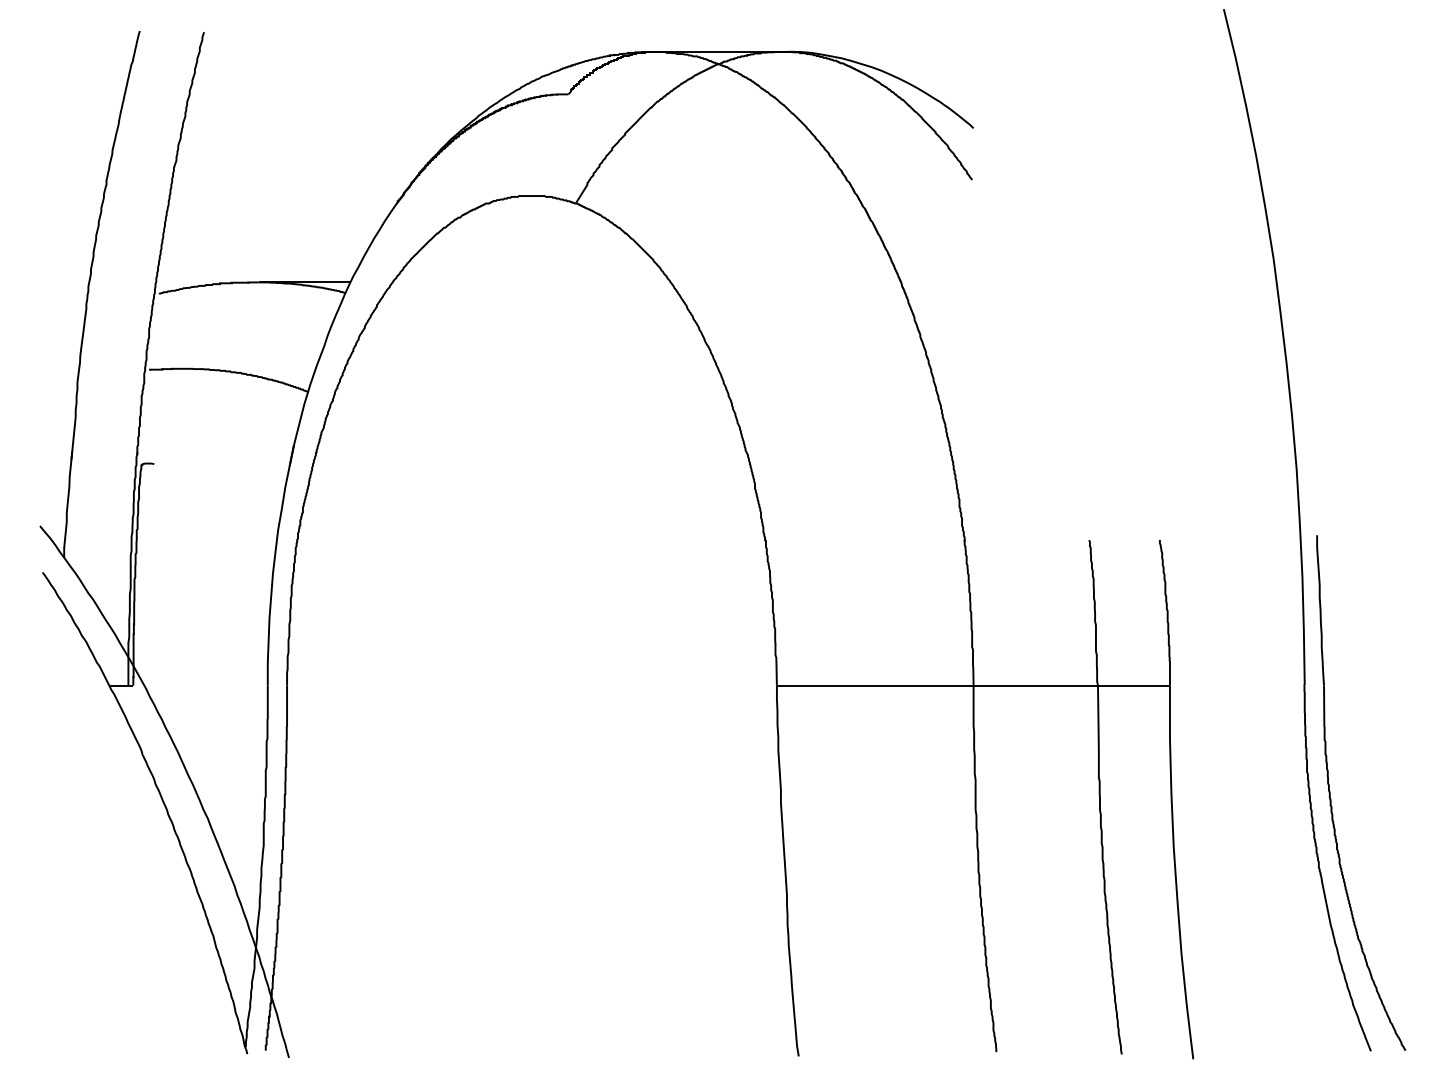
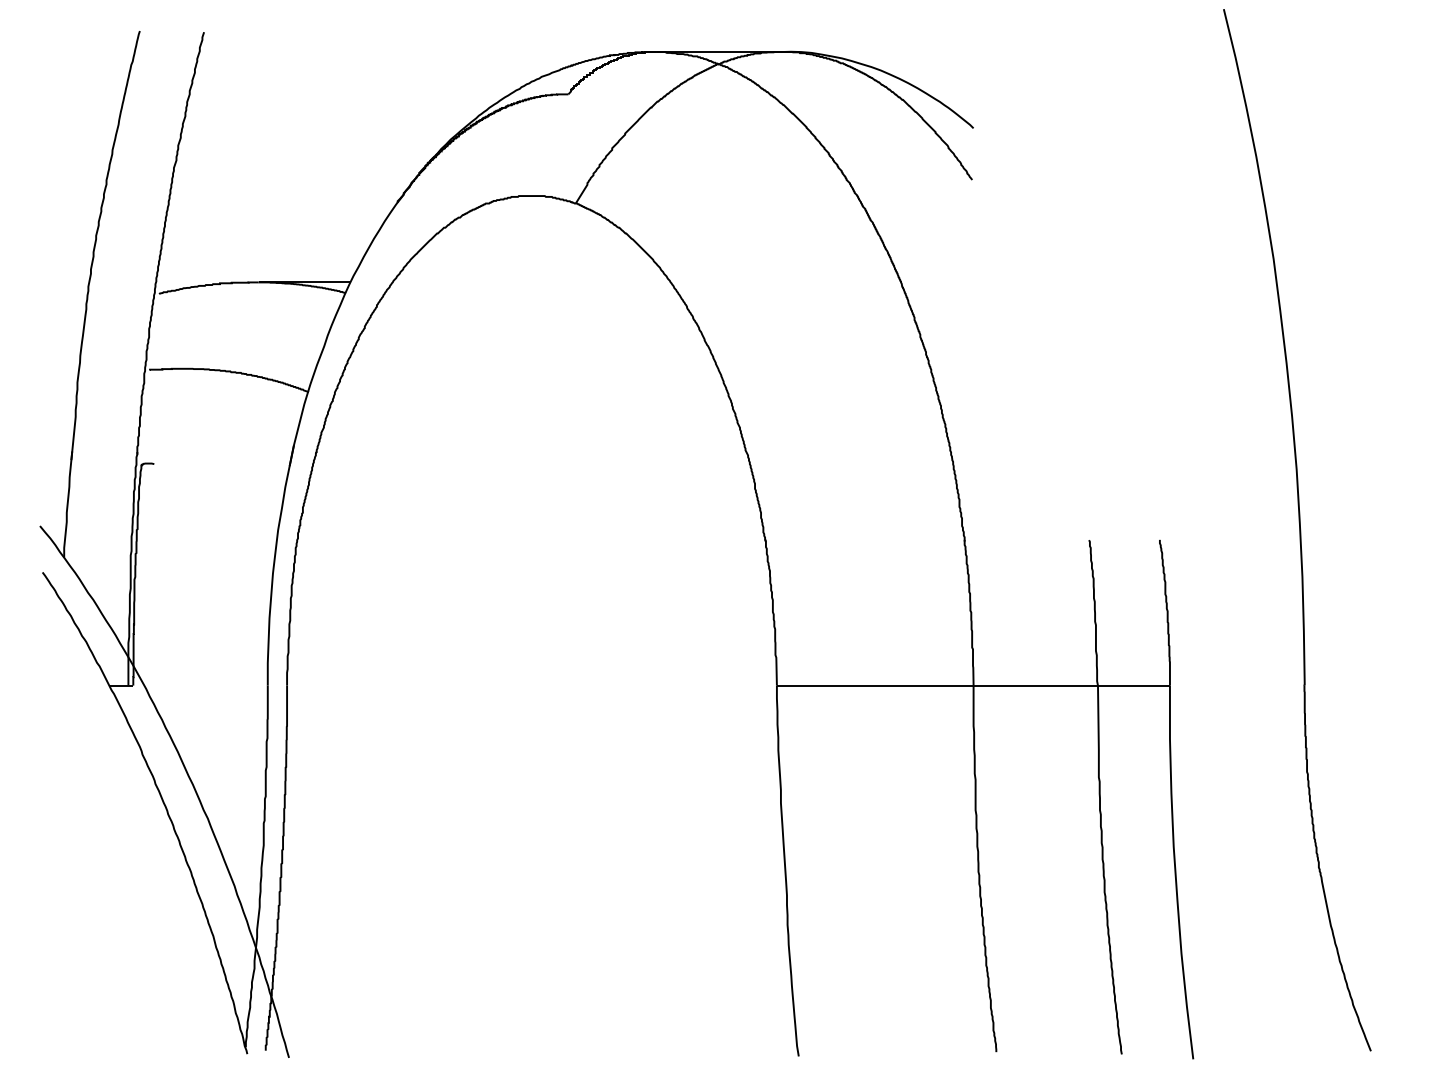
part at (1331, 798): present -> none
